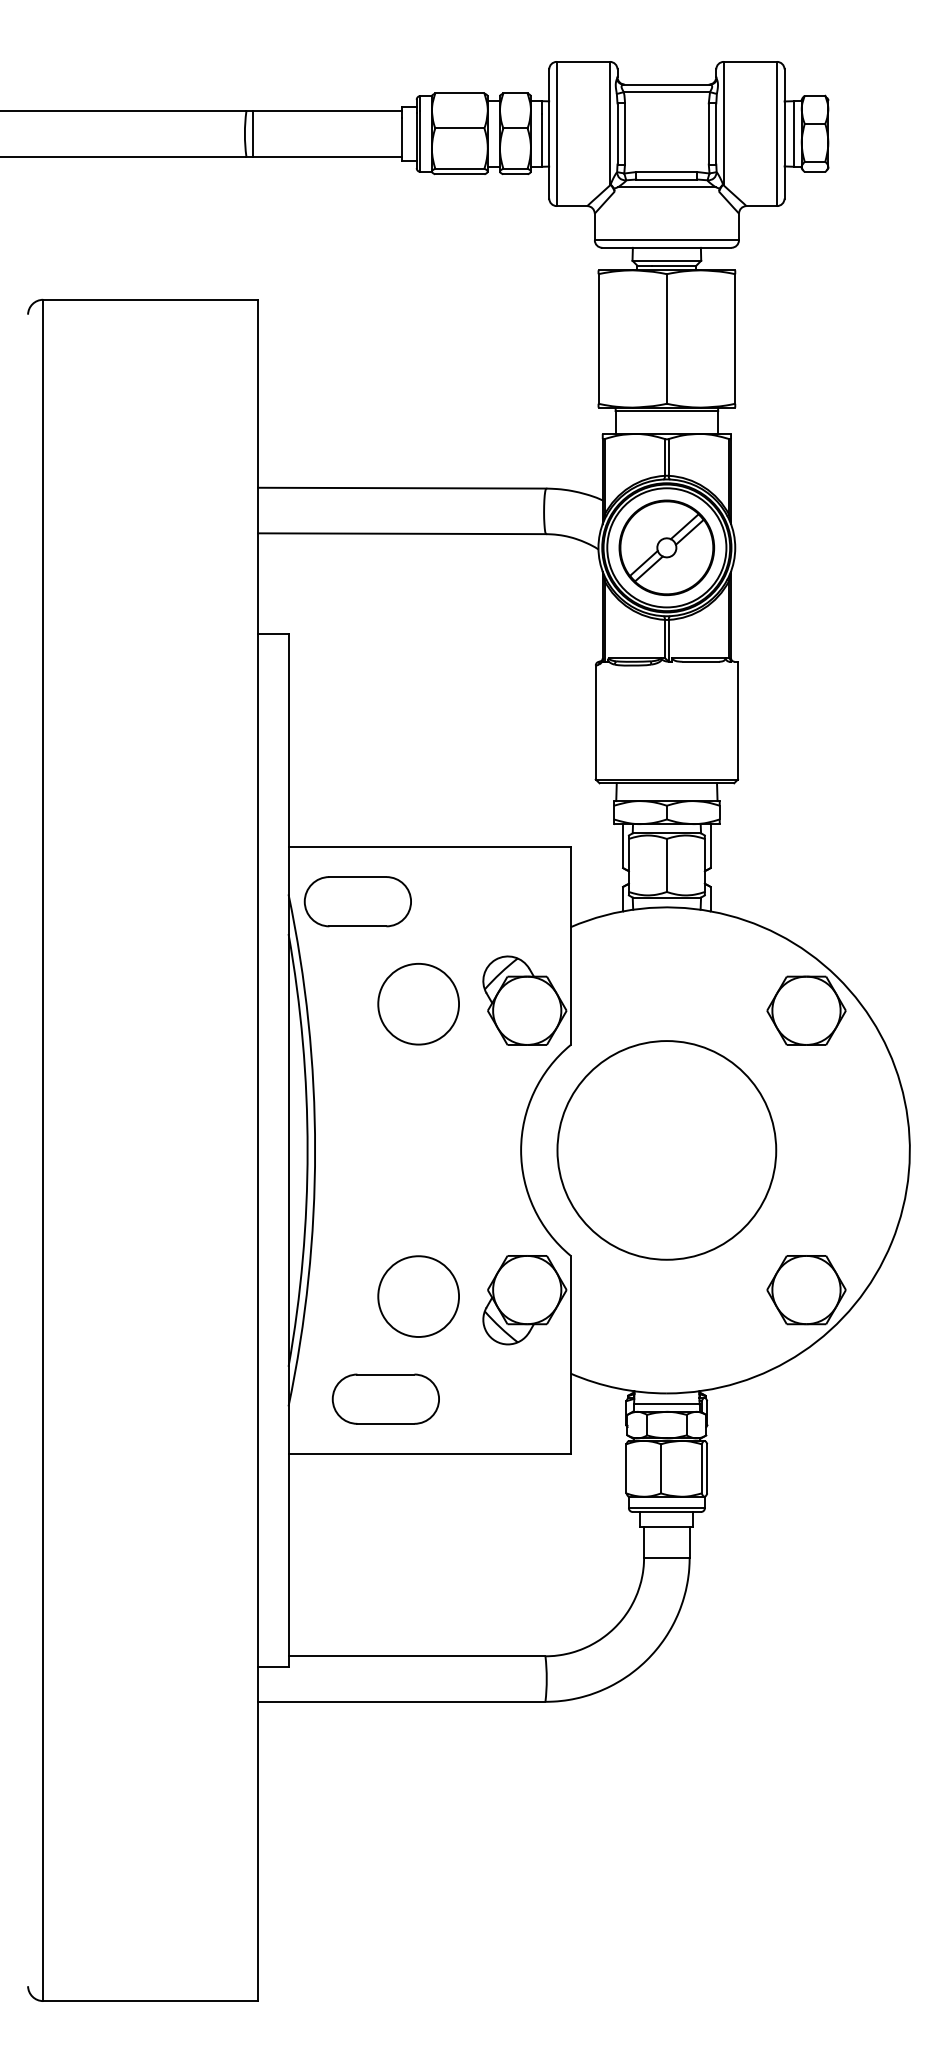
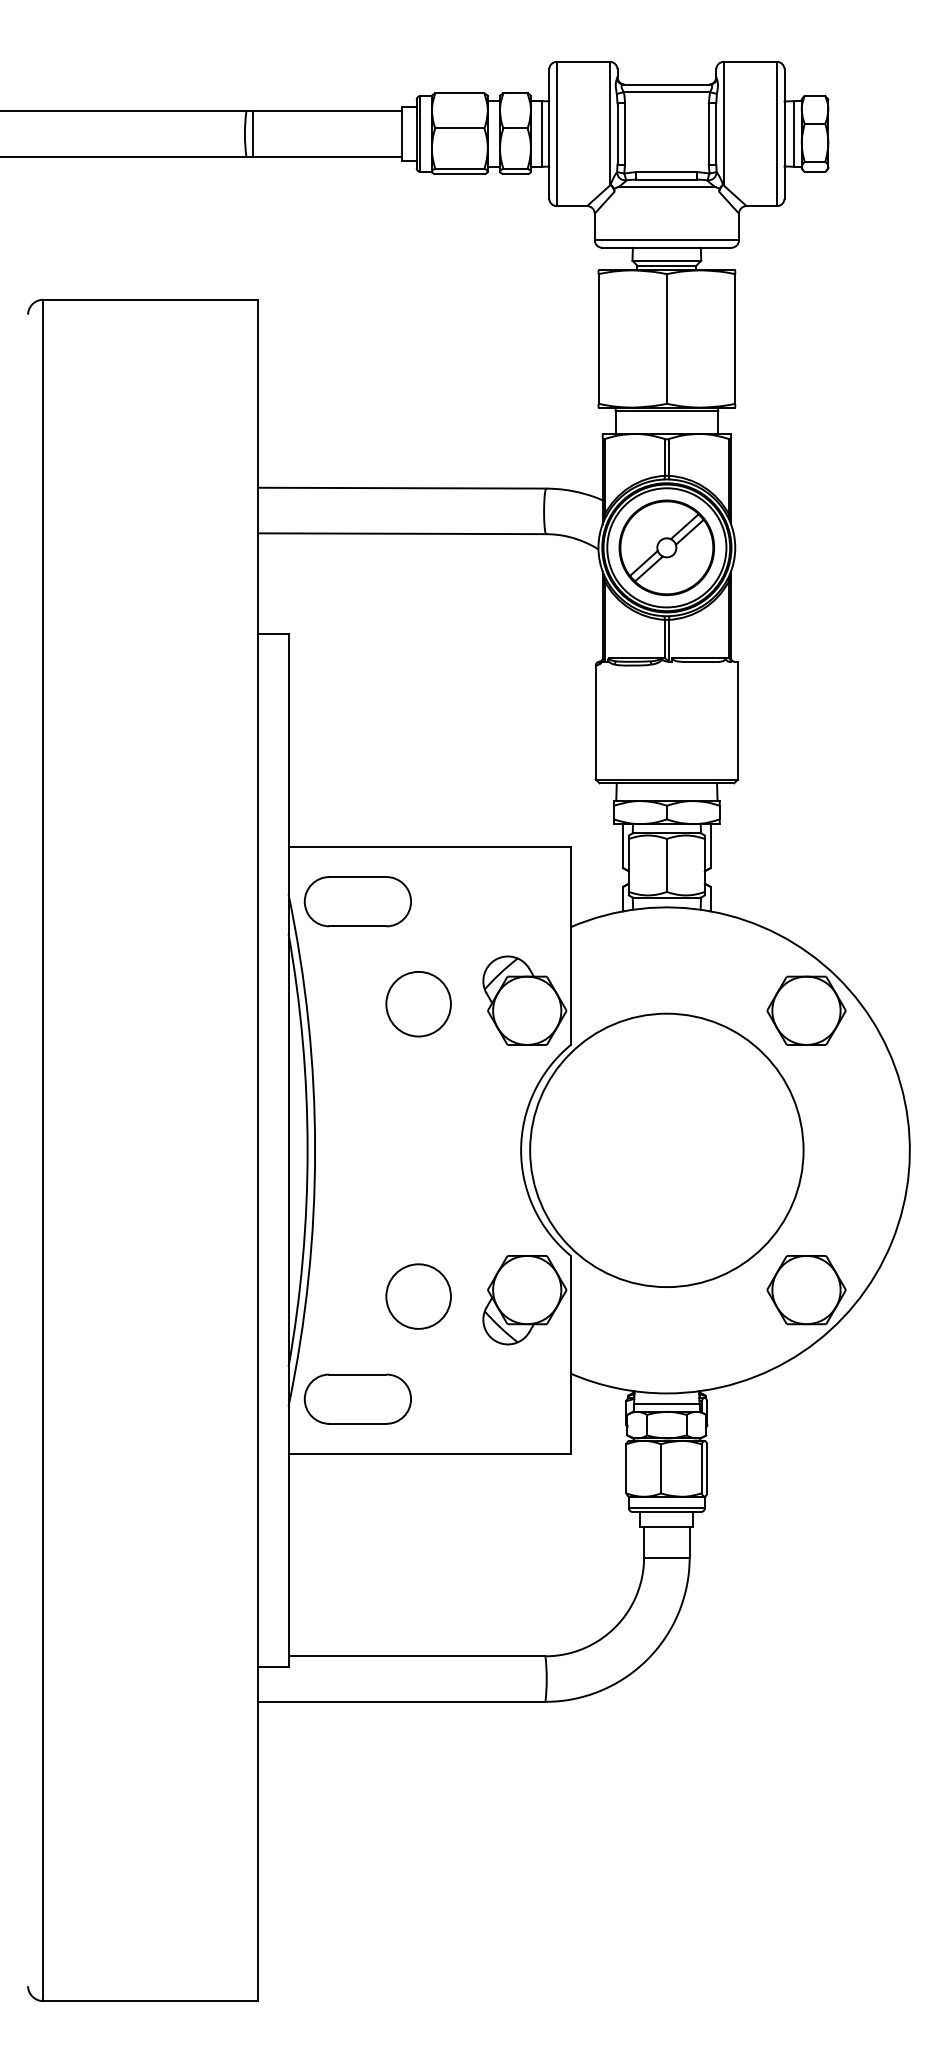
circle at (418, 1003) diameter: 81 px -> 65 px
circle at (666, 1150) diameter: 219 px -> 273 px
circle at (418, 1296) diameter: 81 px -> 65 px
part at (385, 1398) position: (385, 1398) -> (357, 1398)
